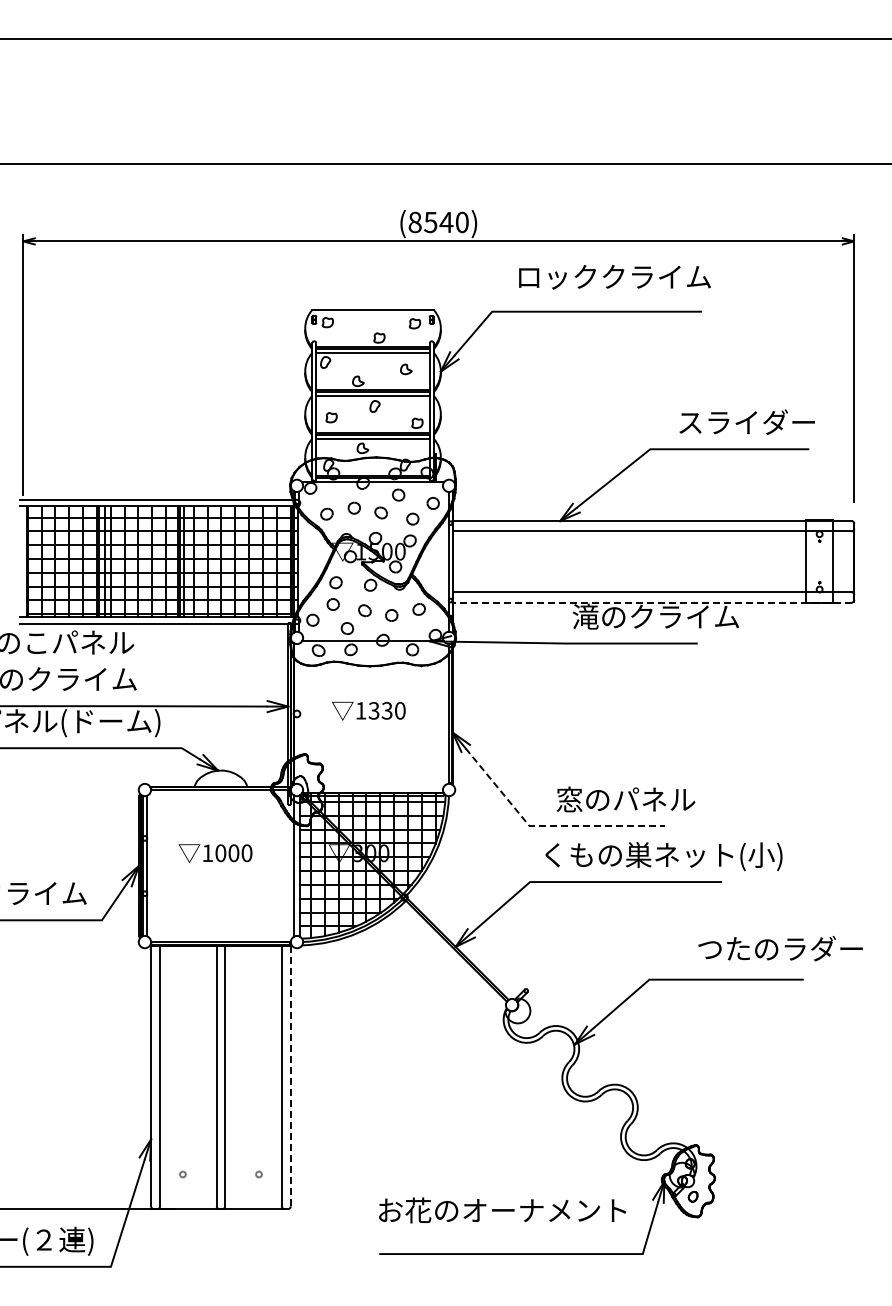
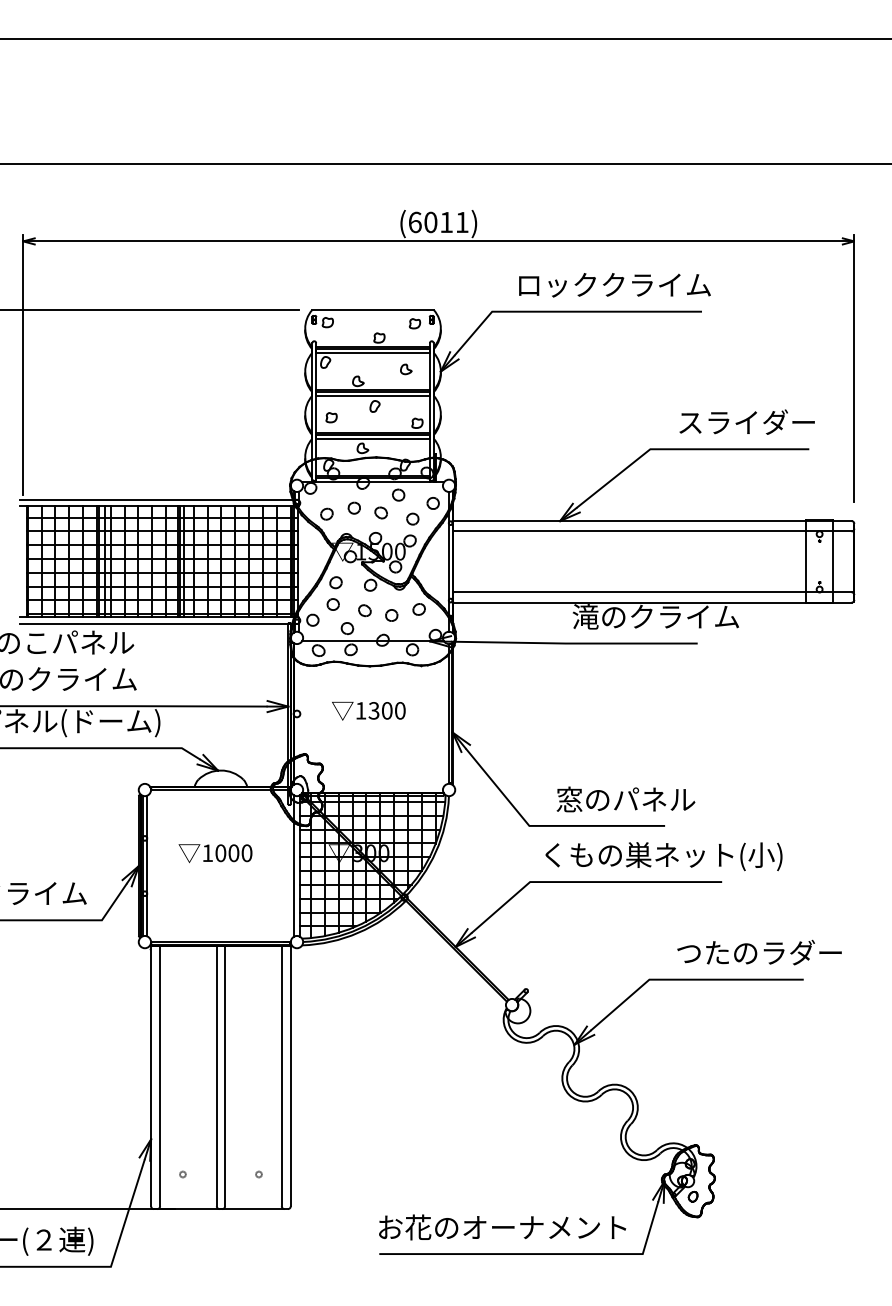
text at (438, 222): (8540) -> (6011)
text at (614, 277) position: (614, 277) -> (614, 285)
line at (150, 310): none -> present
line at (652, 602): dashed -> solid
text at (386, 710): 1330 -> 1300
line at (546, 825): dashed -> solid
text at (780, 948) position: (780, 948) -> (759, 952)
line at (290, 1076): dashed -> solid
text at (502, 1210) position: (502, 1210) -> (502, 1227)
